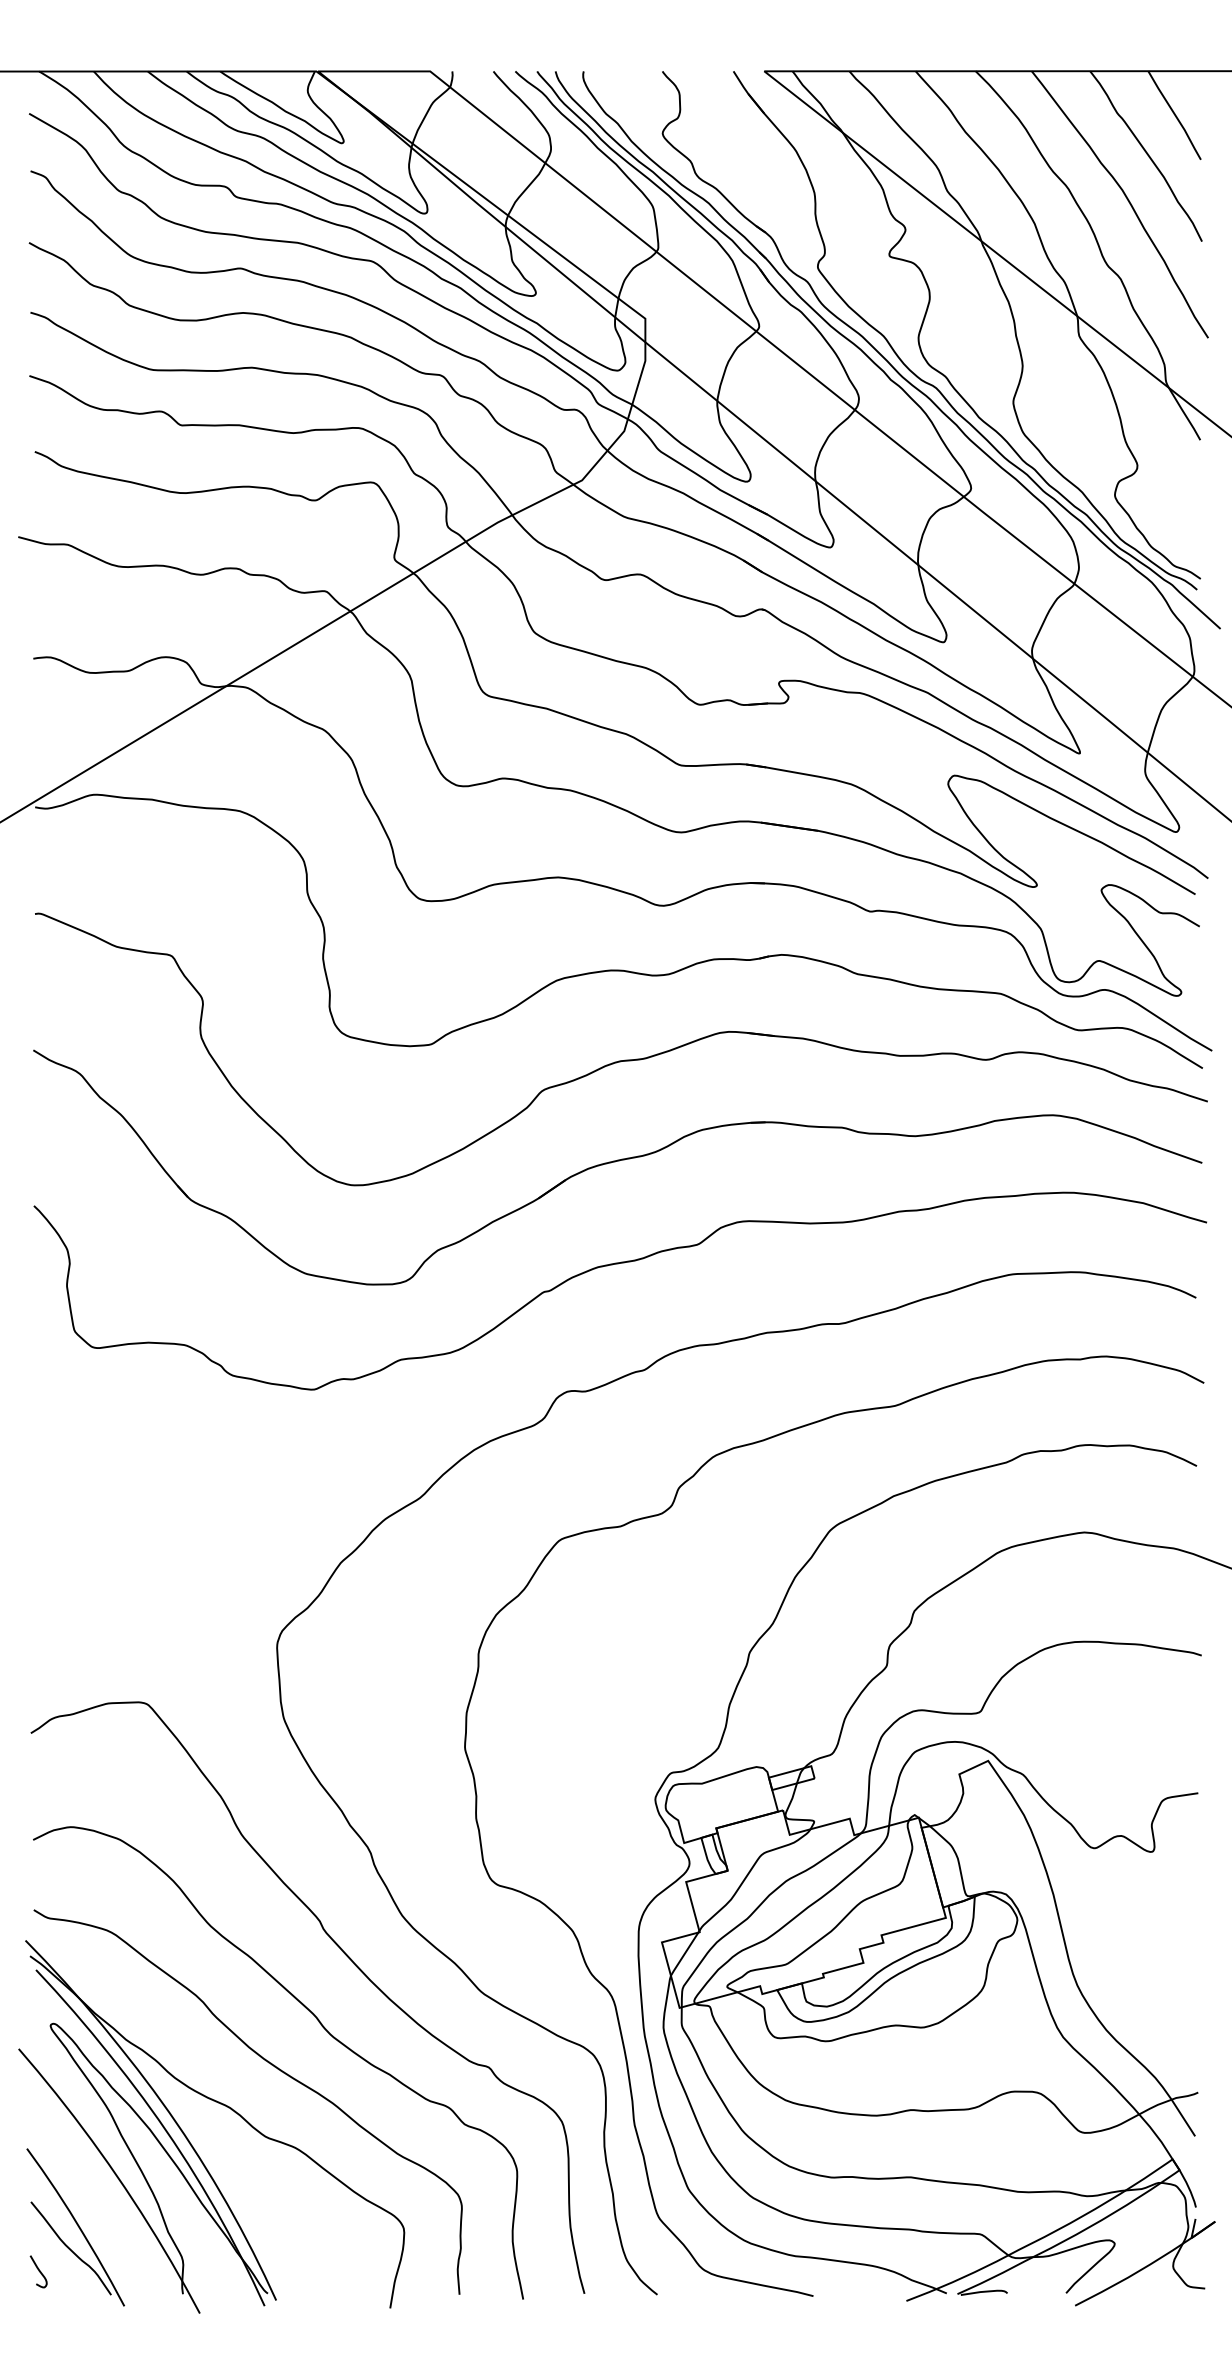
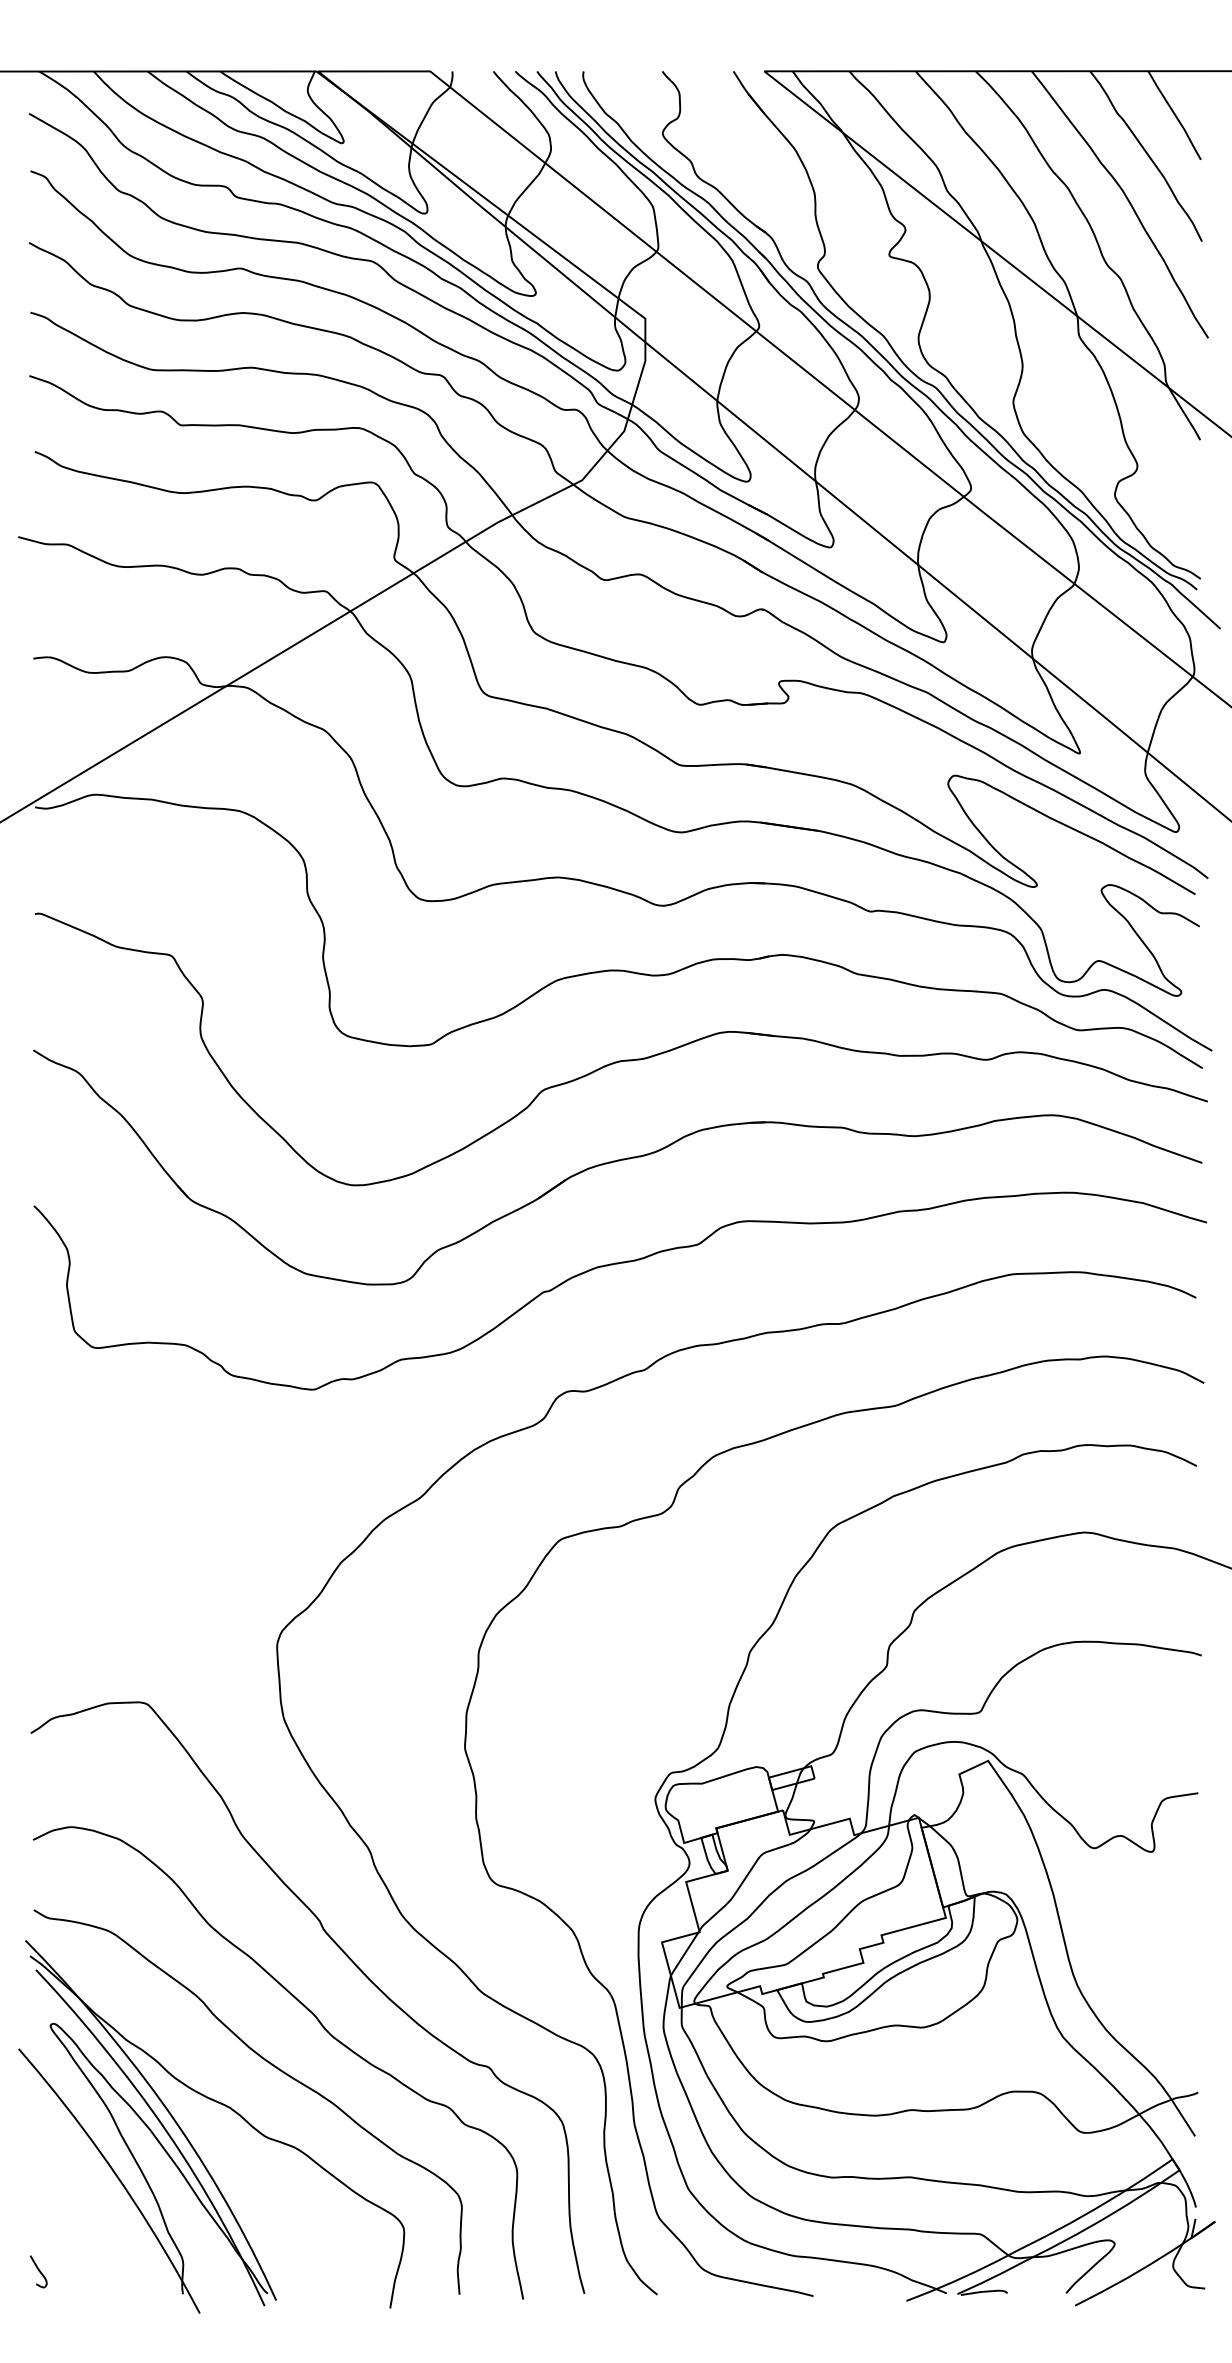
part at (75, 2227): present -> none
